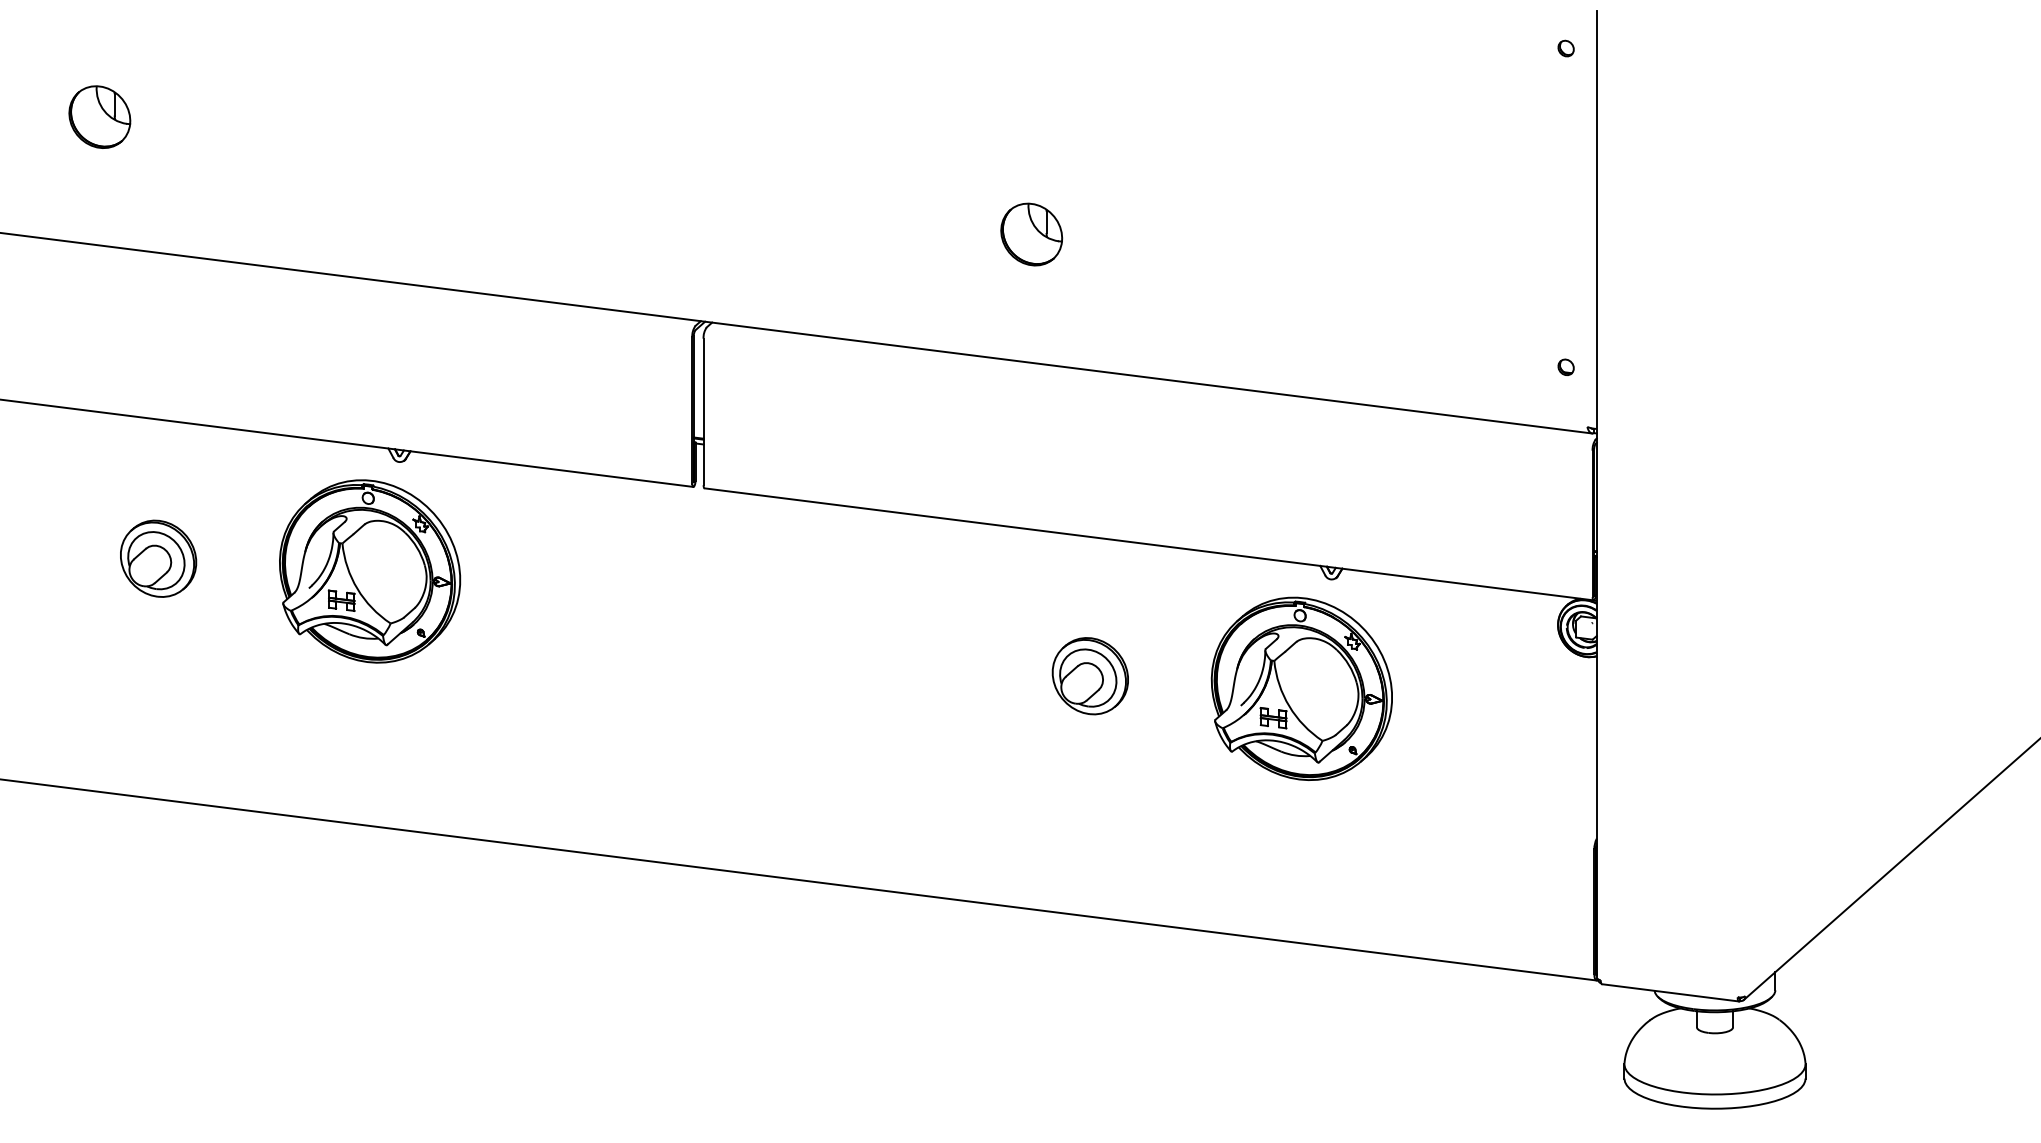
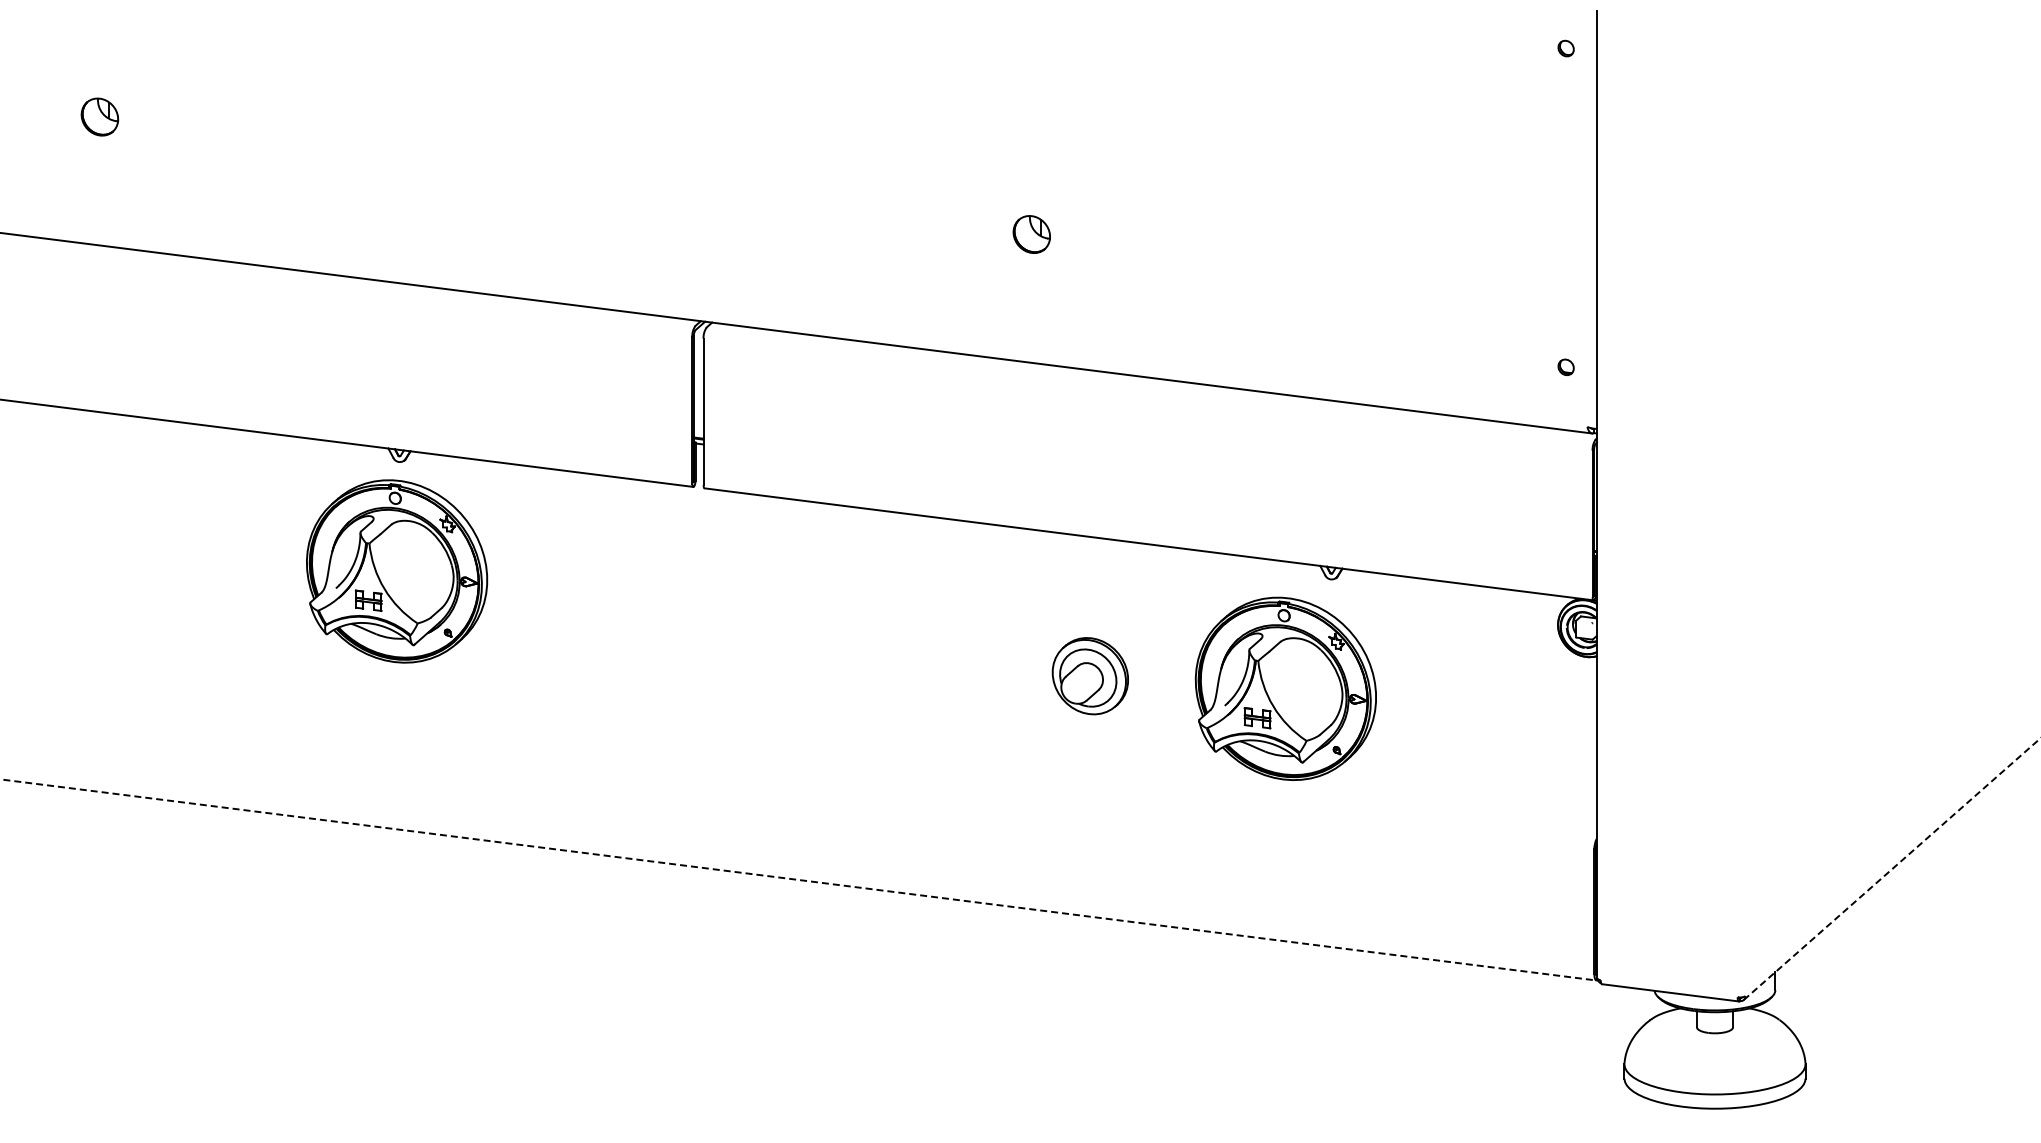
part at (99, 116) size: 64x64 px -> 40x40 px
part at (1031, 234) size: 64x65 px -> 39x39 px
part at (158, 558): present -> none
part at (370, 571) position: (370, 571) -> (397, 571)
part at (1301, 688) position: (1301, 688) -> (1285, 688)
line at (1892, 869): solid -> dashed
line at (798, 880): solid -> dashed
